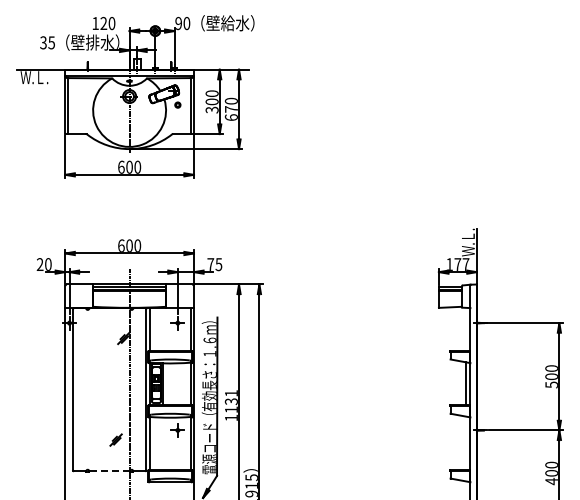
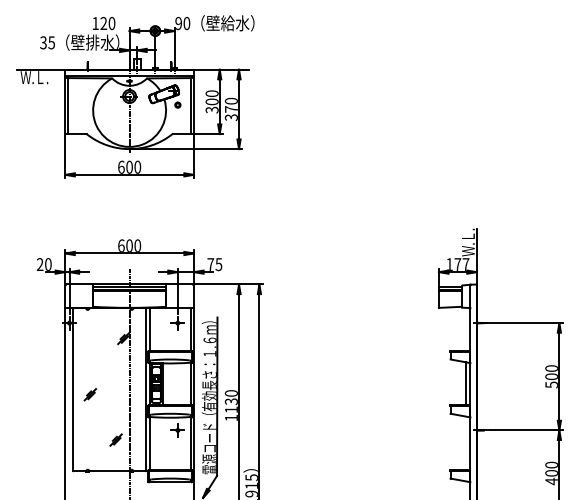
text at (230, 117): 670 -> 370
text at (230, 393): 1131 -> 1130
part at (89, 394): none -> present
line at (109, 471): dashed -> solid
